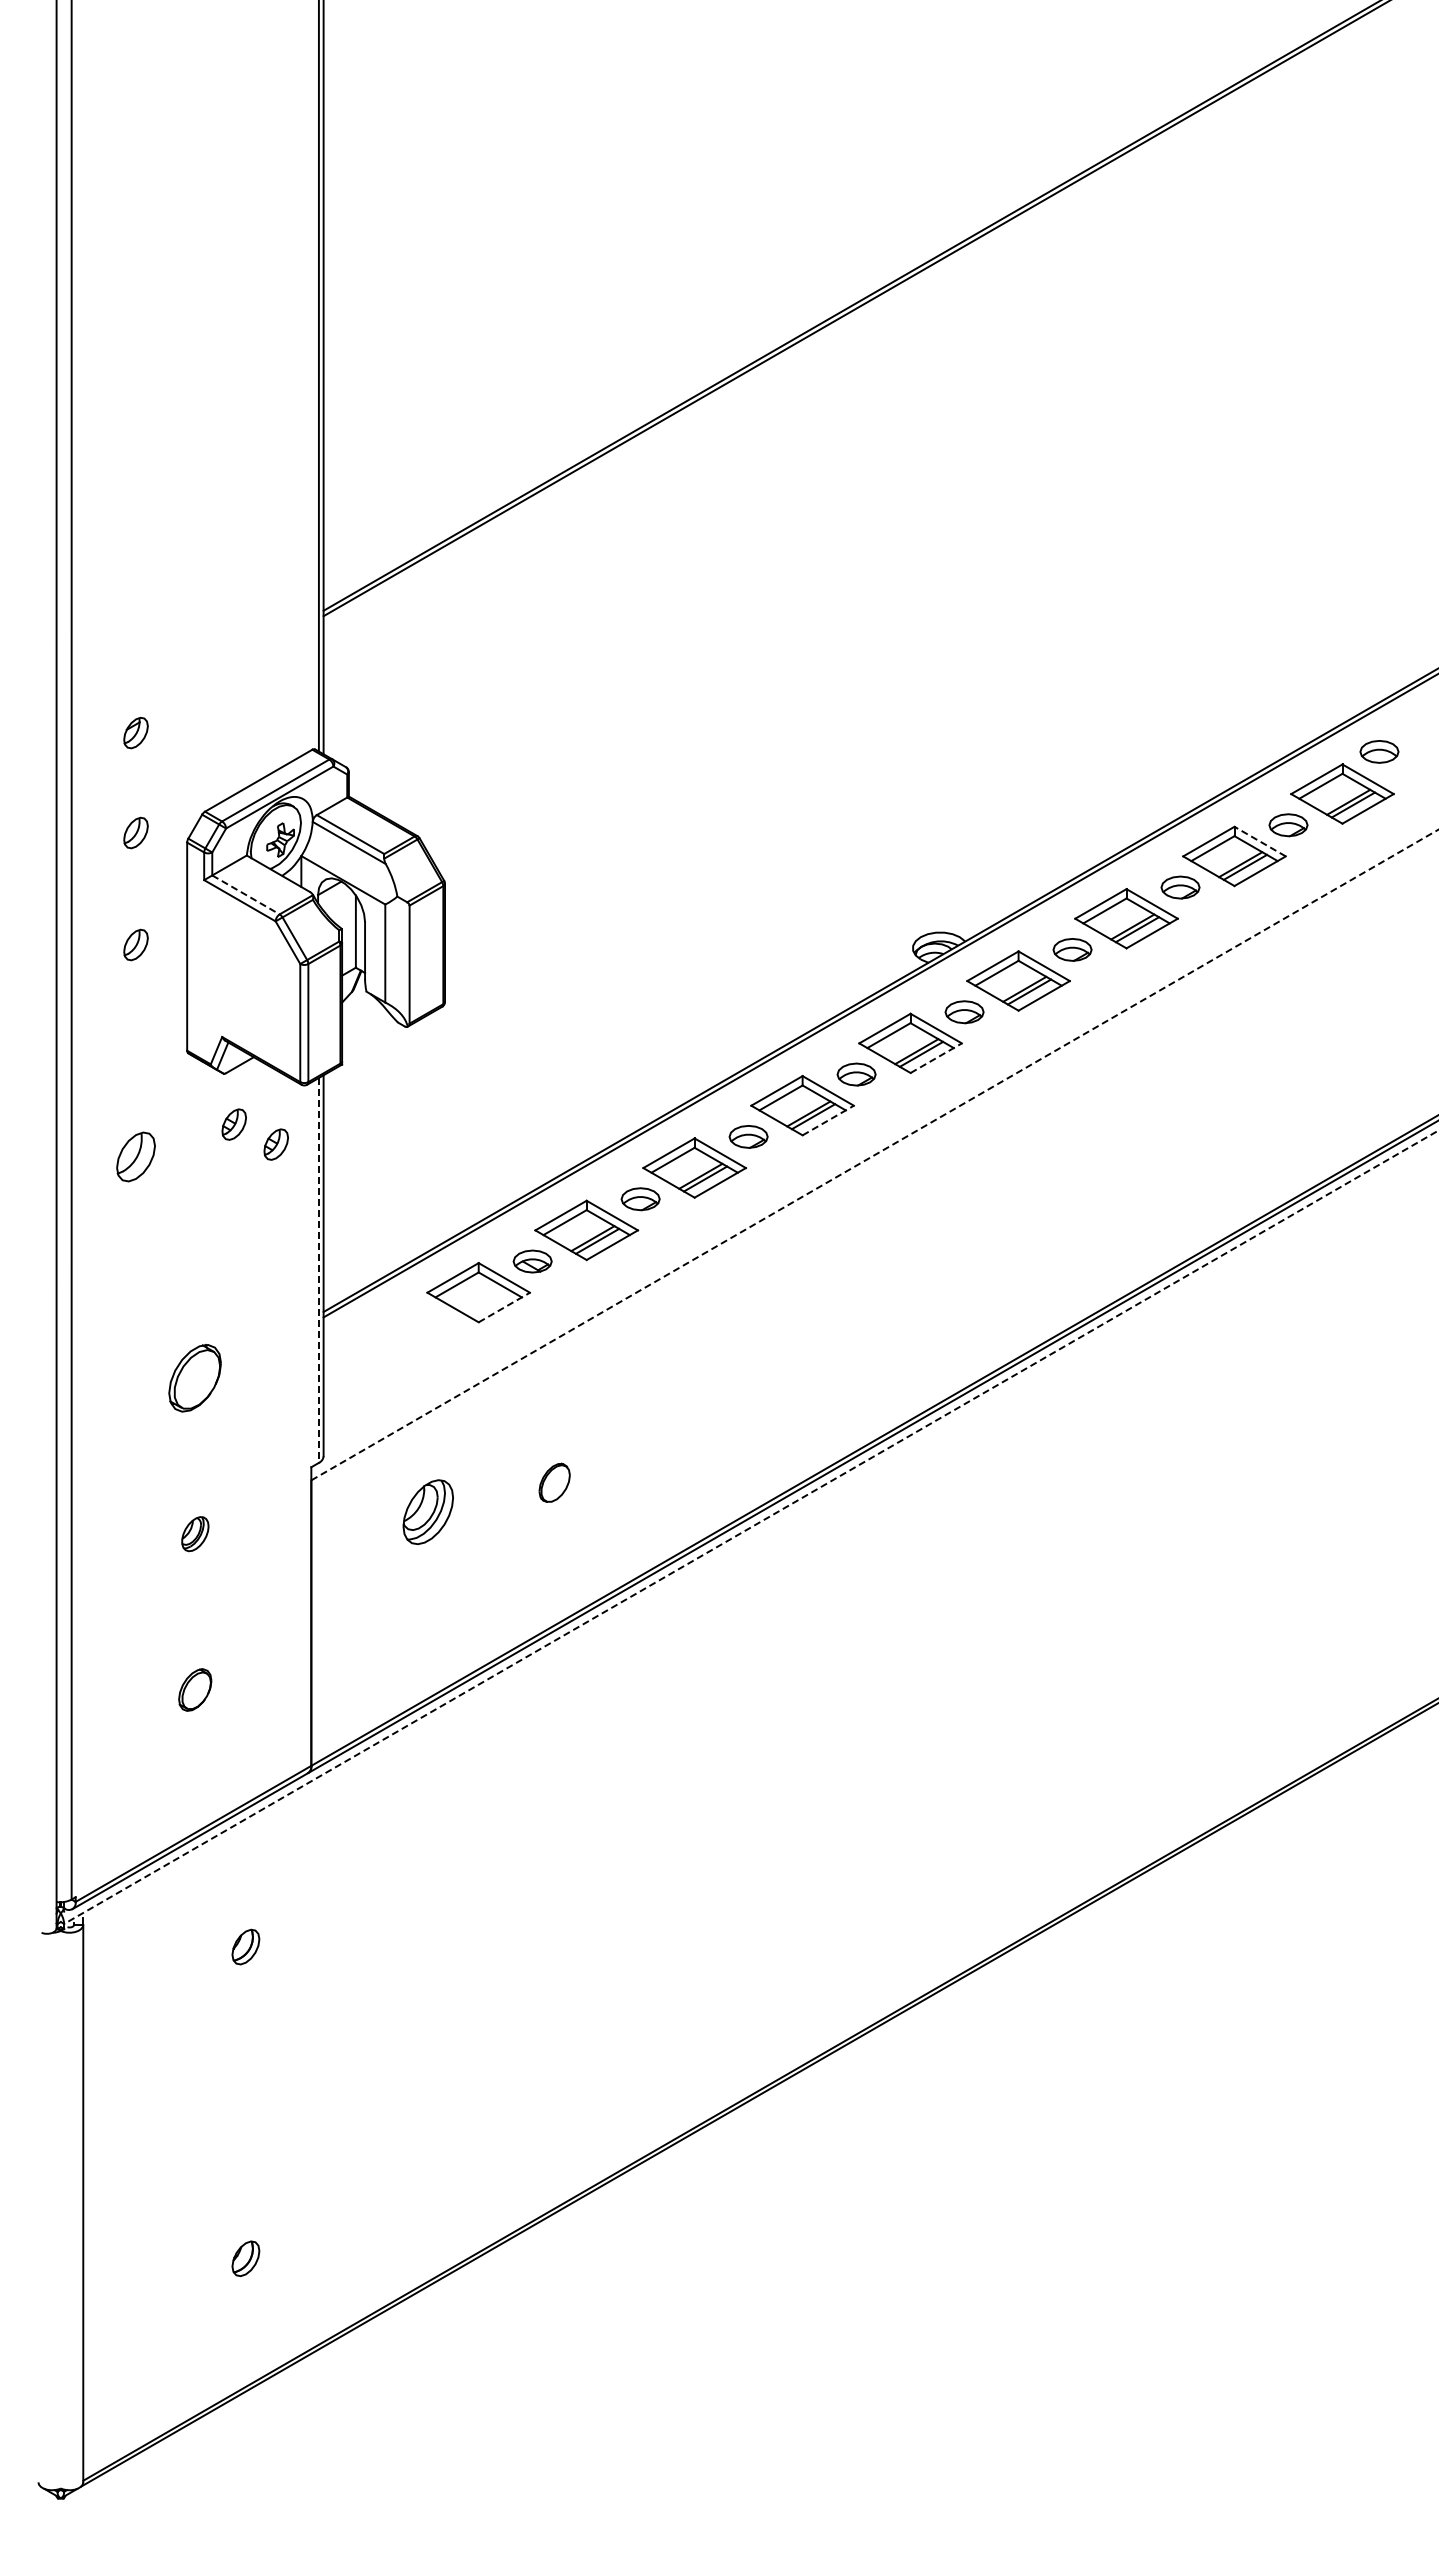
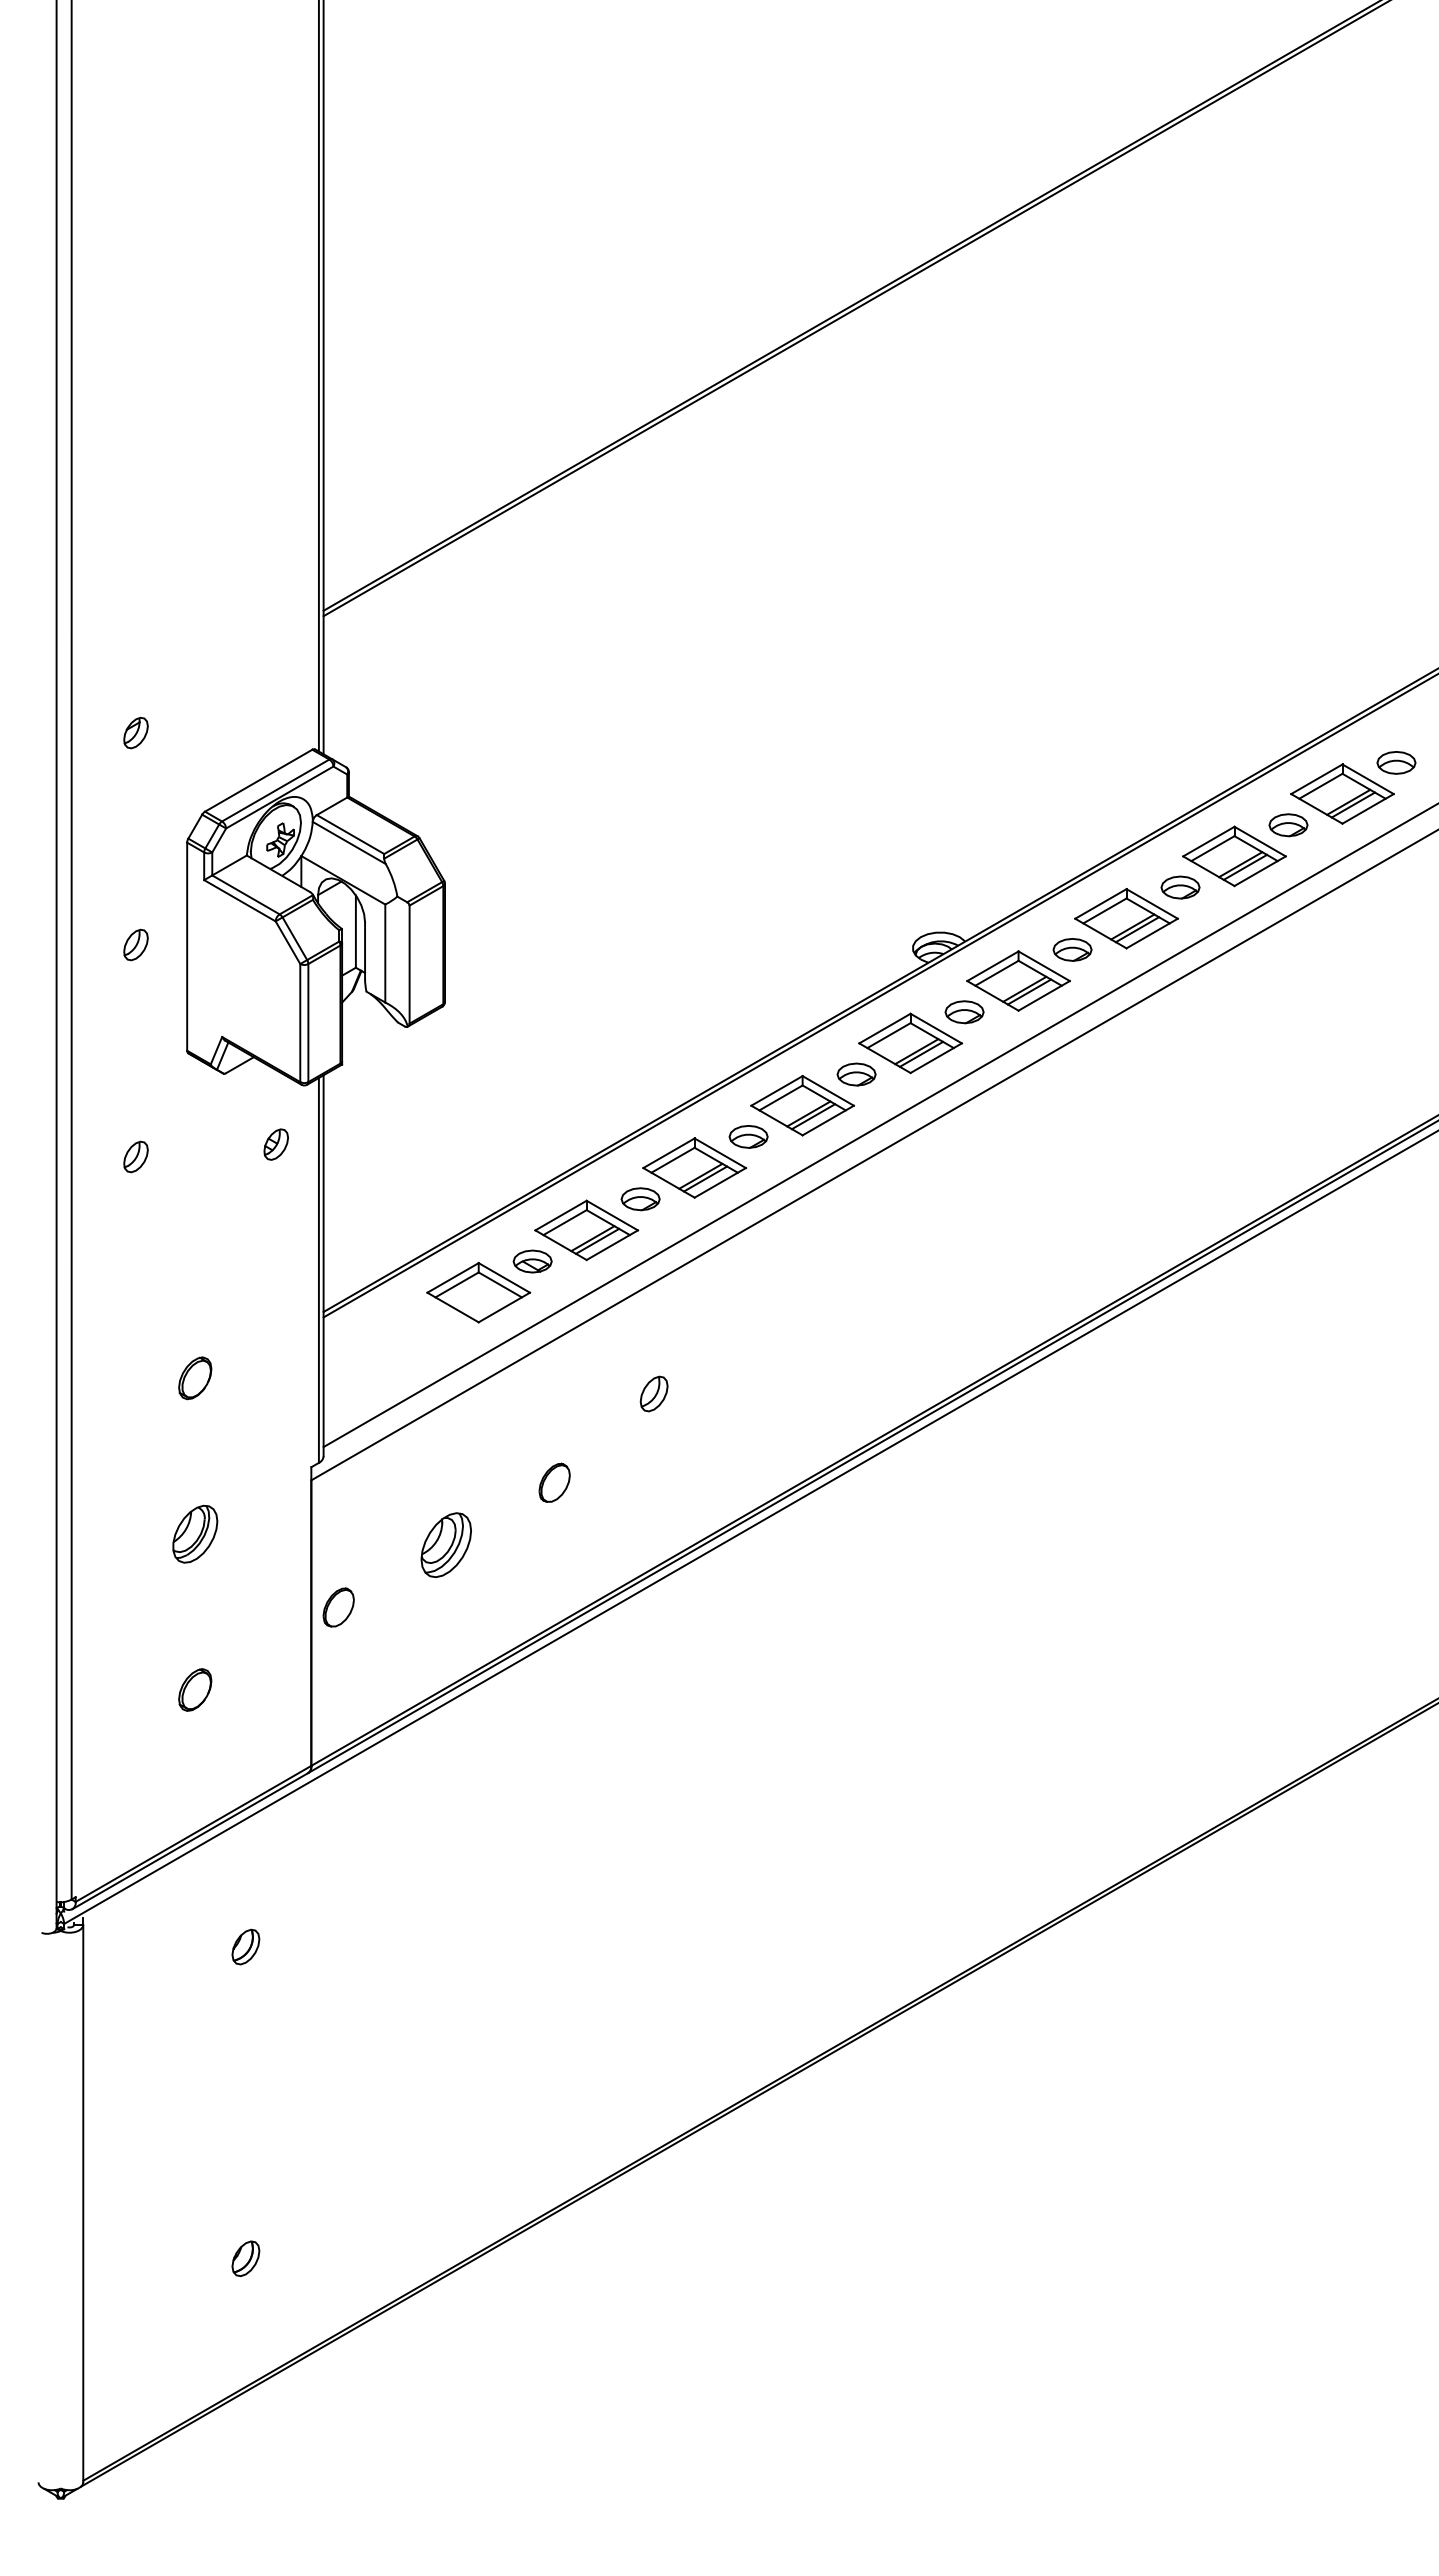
part at (1379, 751) position: (1379, 751) -> (1396, 762)
part at (135, 832): present -> none
line at (1260, 841): dashed -> solid
line at (246, 894): dashed -> solid
line at (936, 1058): dashed -> solid
line at (828, 1120): dashed -> solid
part at (233, 1124): present -> none
line at (879, 1126): none -> present
line at (875, 1154): dashed -> solid
part at (135, 1156) size: 40x52 px -> 26x34 px
line at (318, 1270): dashed -> solid
line at (504, 1307): dashed -> solid
part at (194, 1378) size: 54x69 px -> 35x45 px
part at (653, 1393): none -> present
part at (427, 1512) position: (427, 1512) -> (445, 1545)
line at (750, 1527): dashed -> solid
part at (195, 1534) size: 29x37 px -> 47x60 px
part at (338, 1607): none -> present
